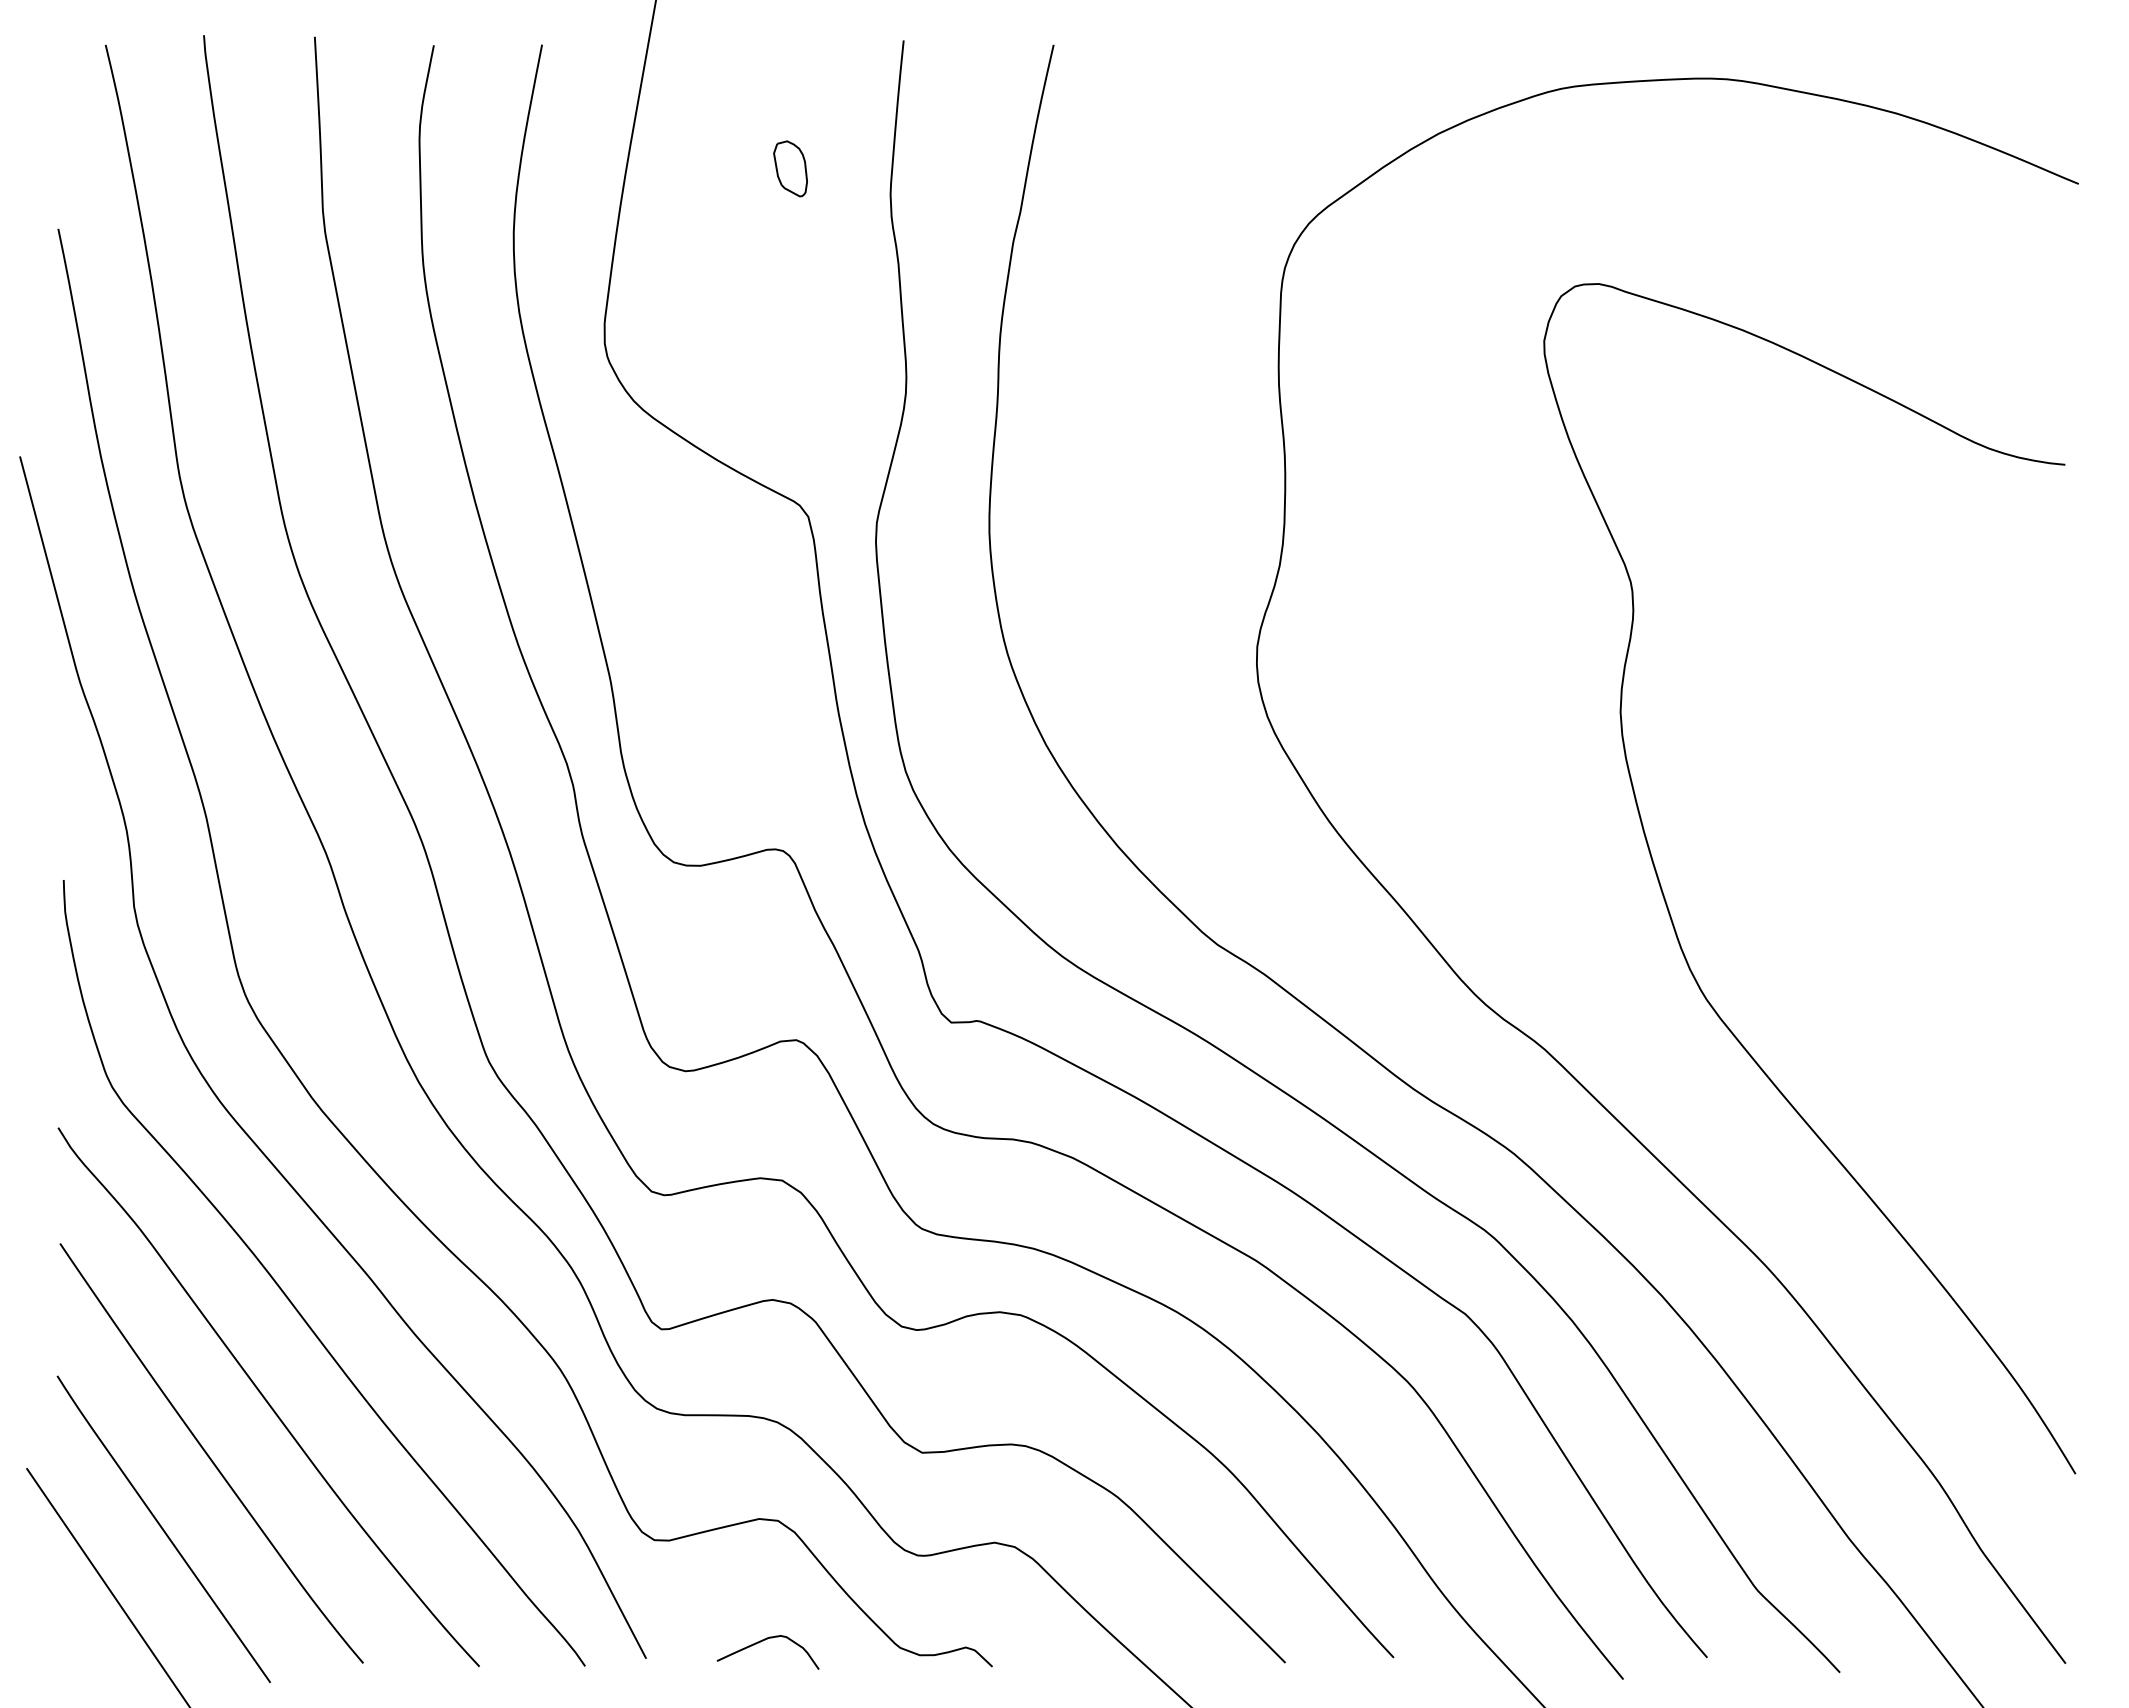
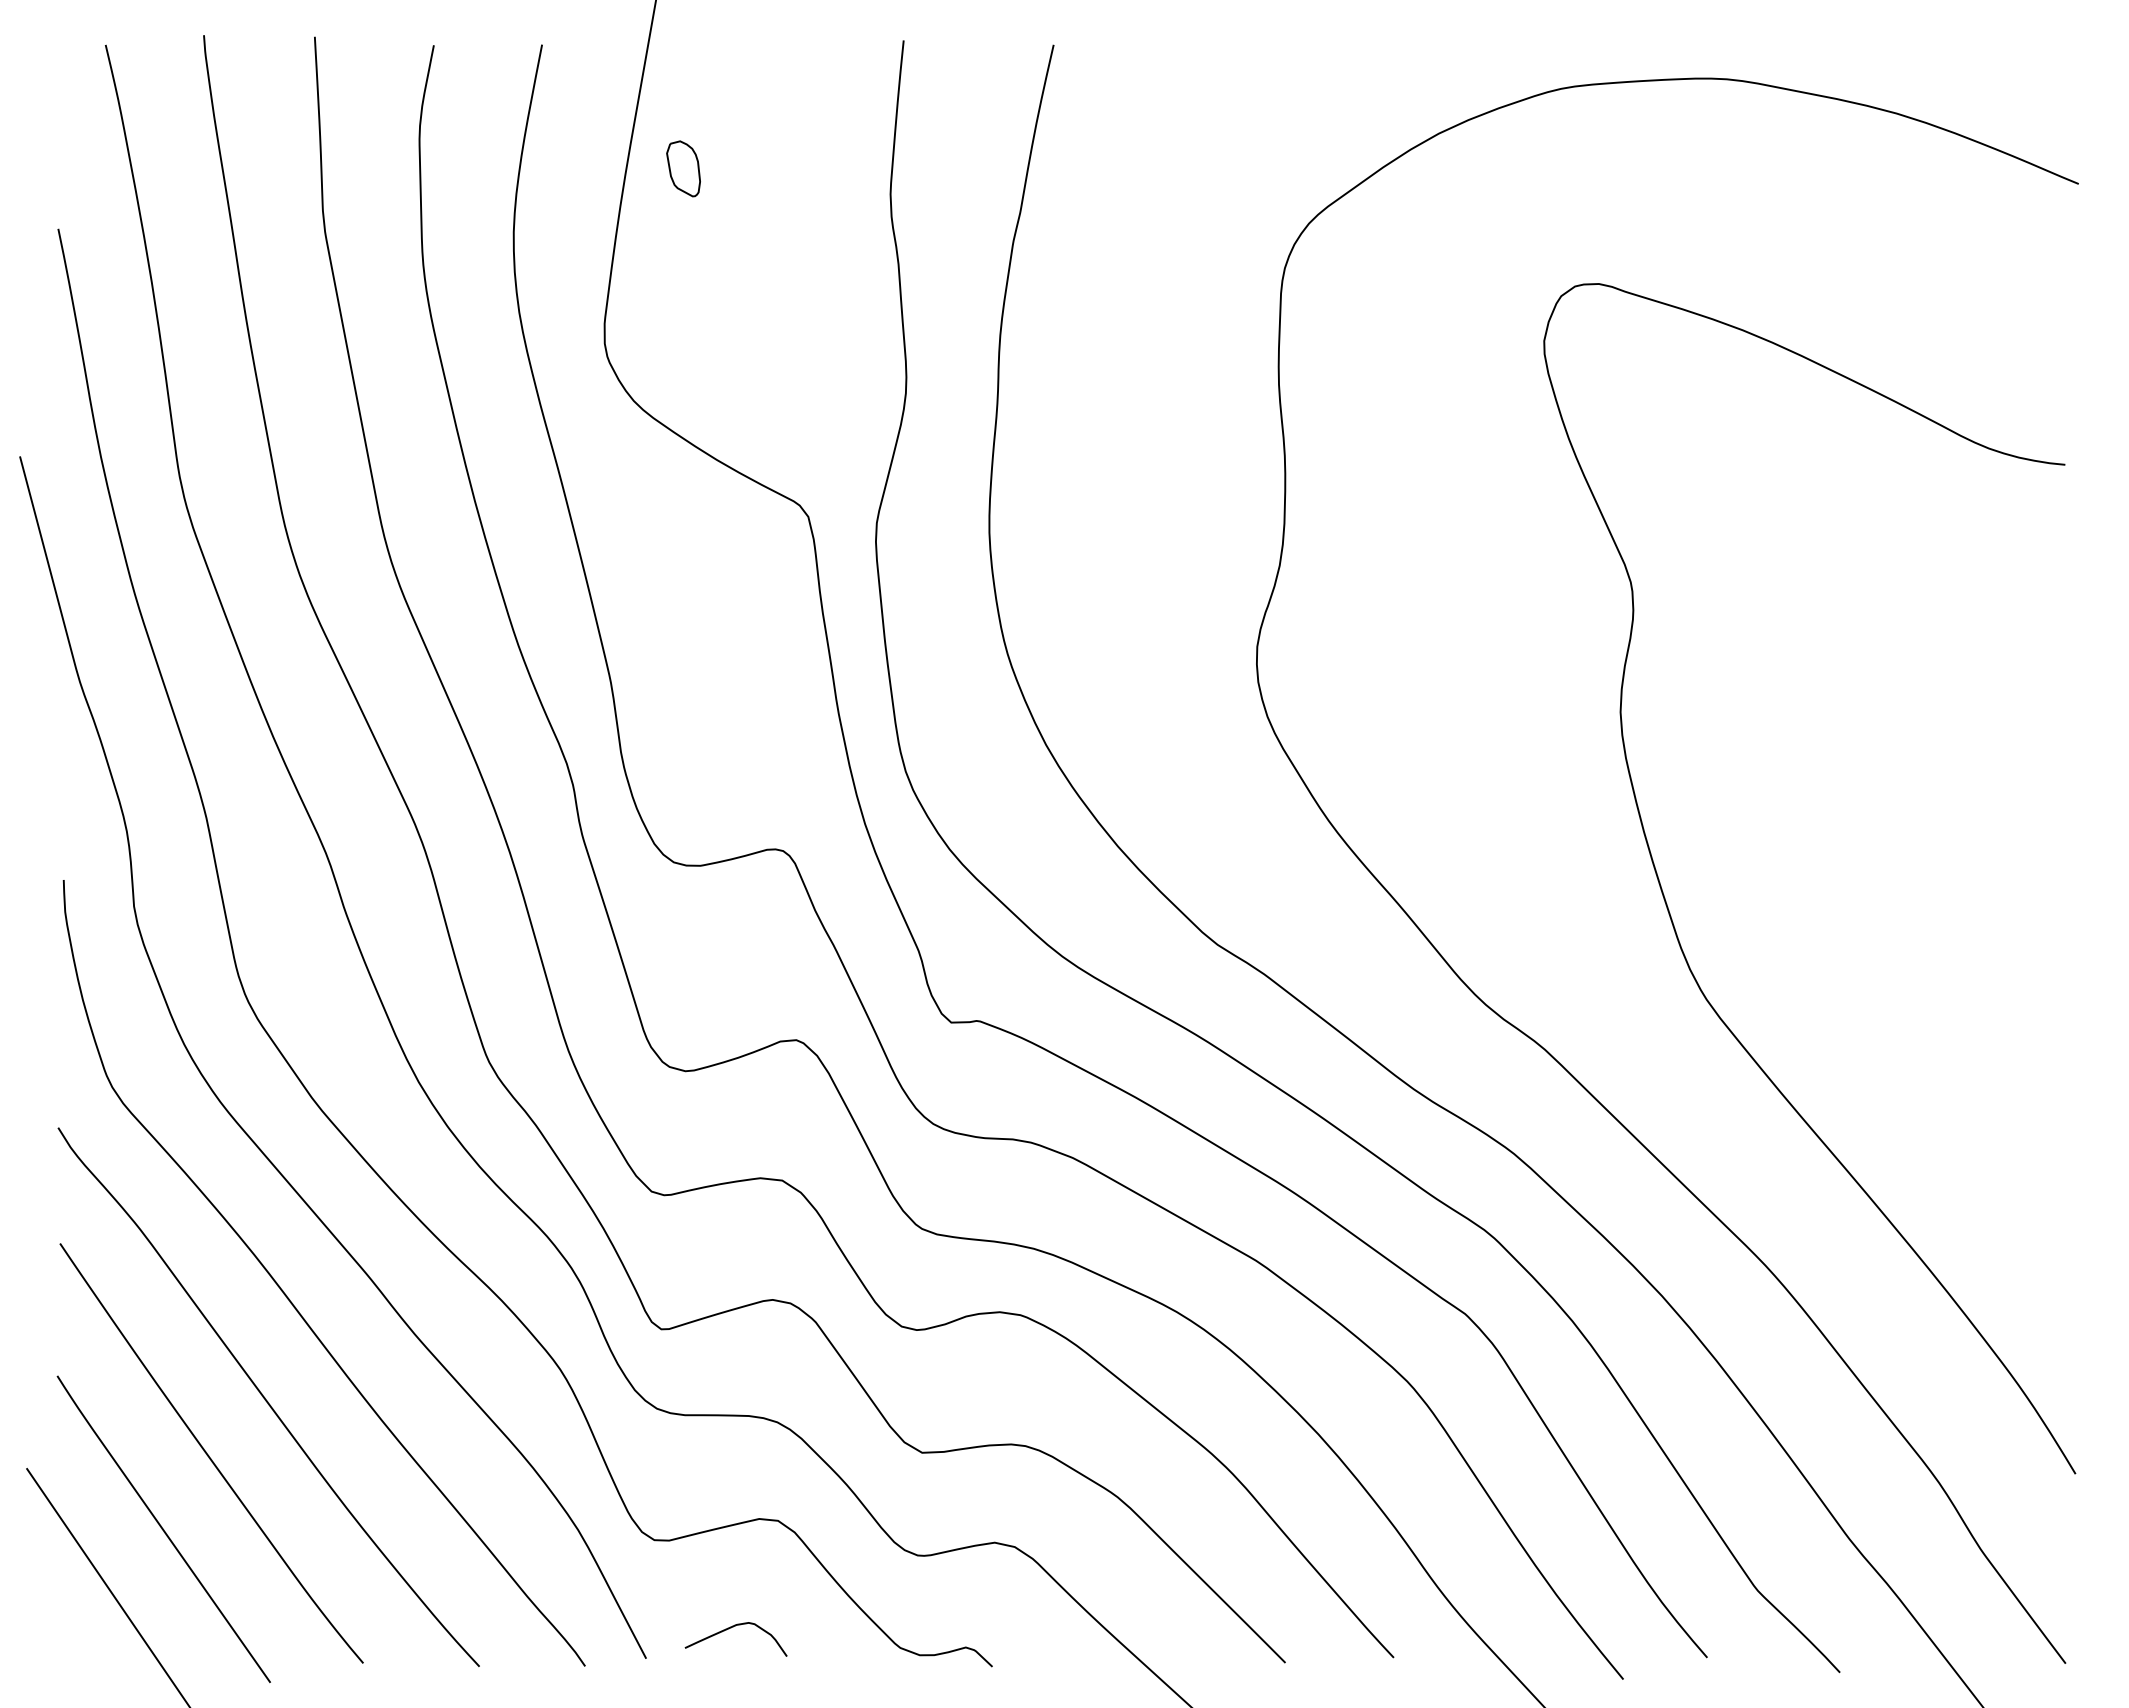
part at (790, 168) position: (790, 168) -> (683, 168)
curve at (763, 1641) position: (763, 1641) -> (731, 1628)
